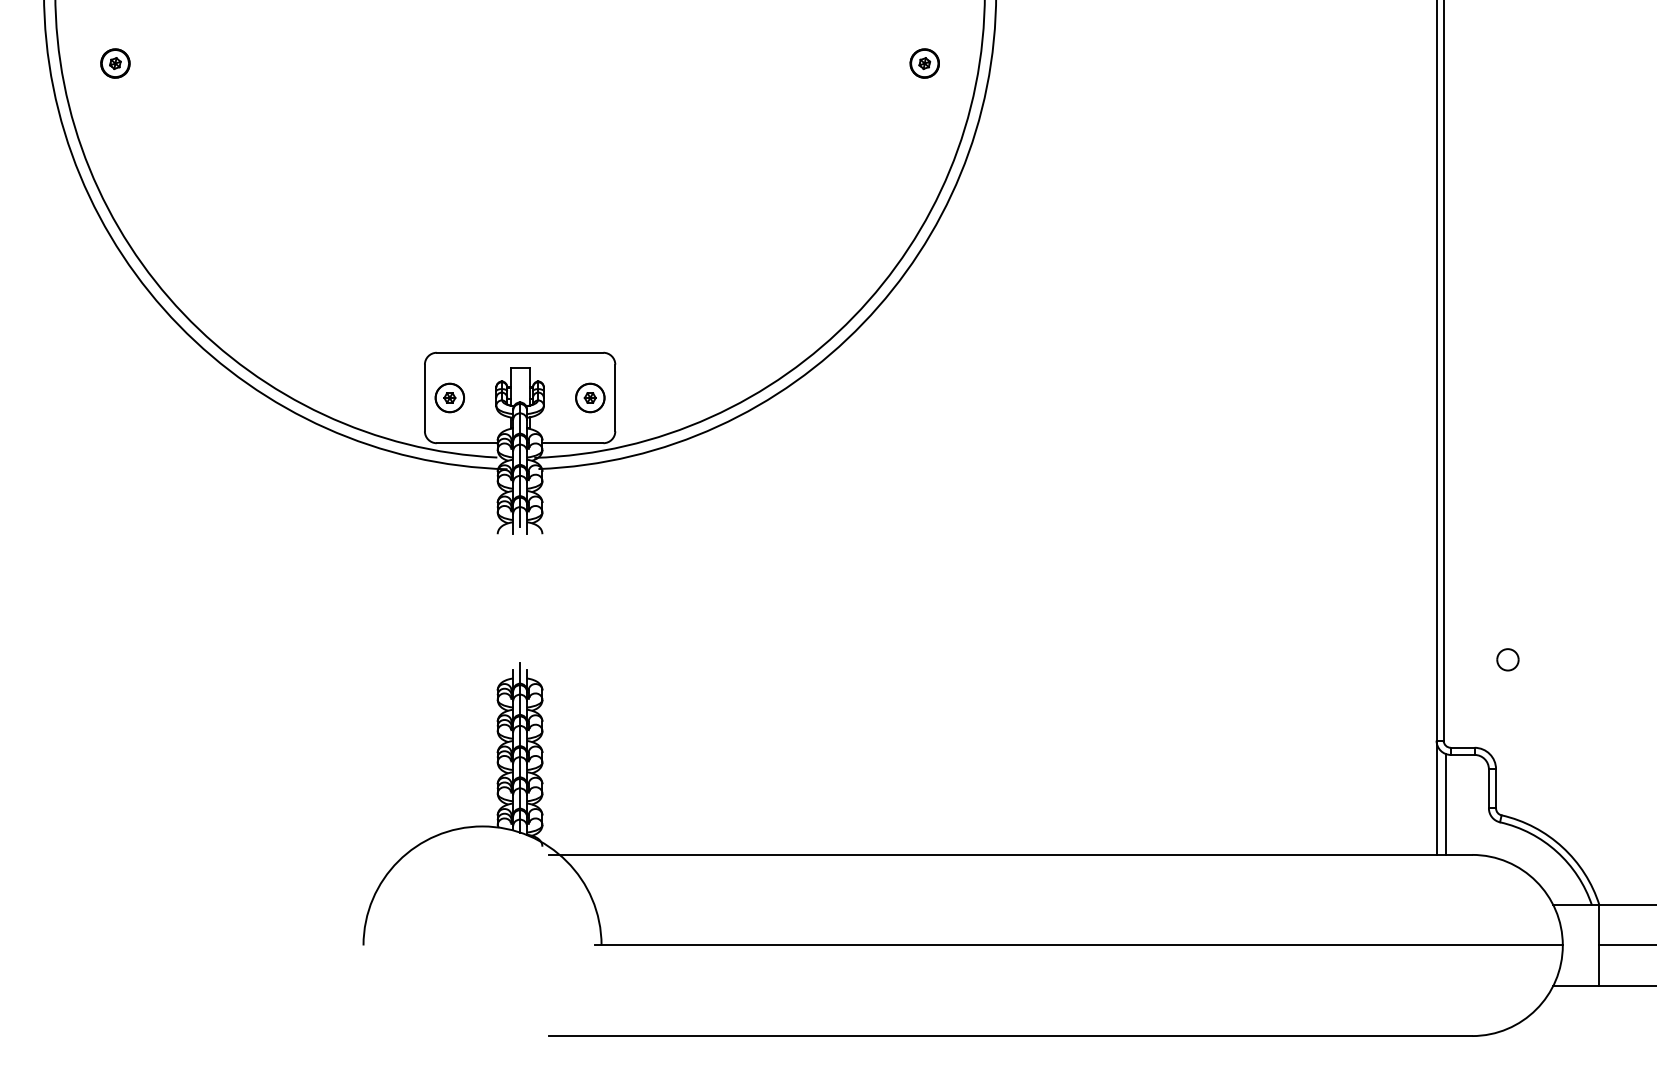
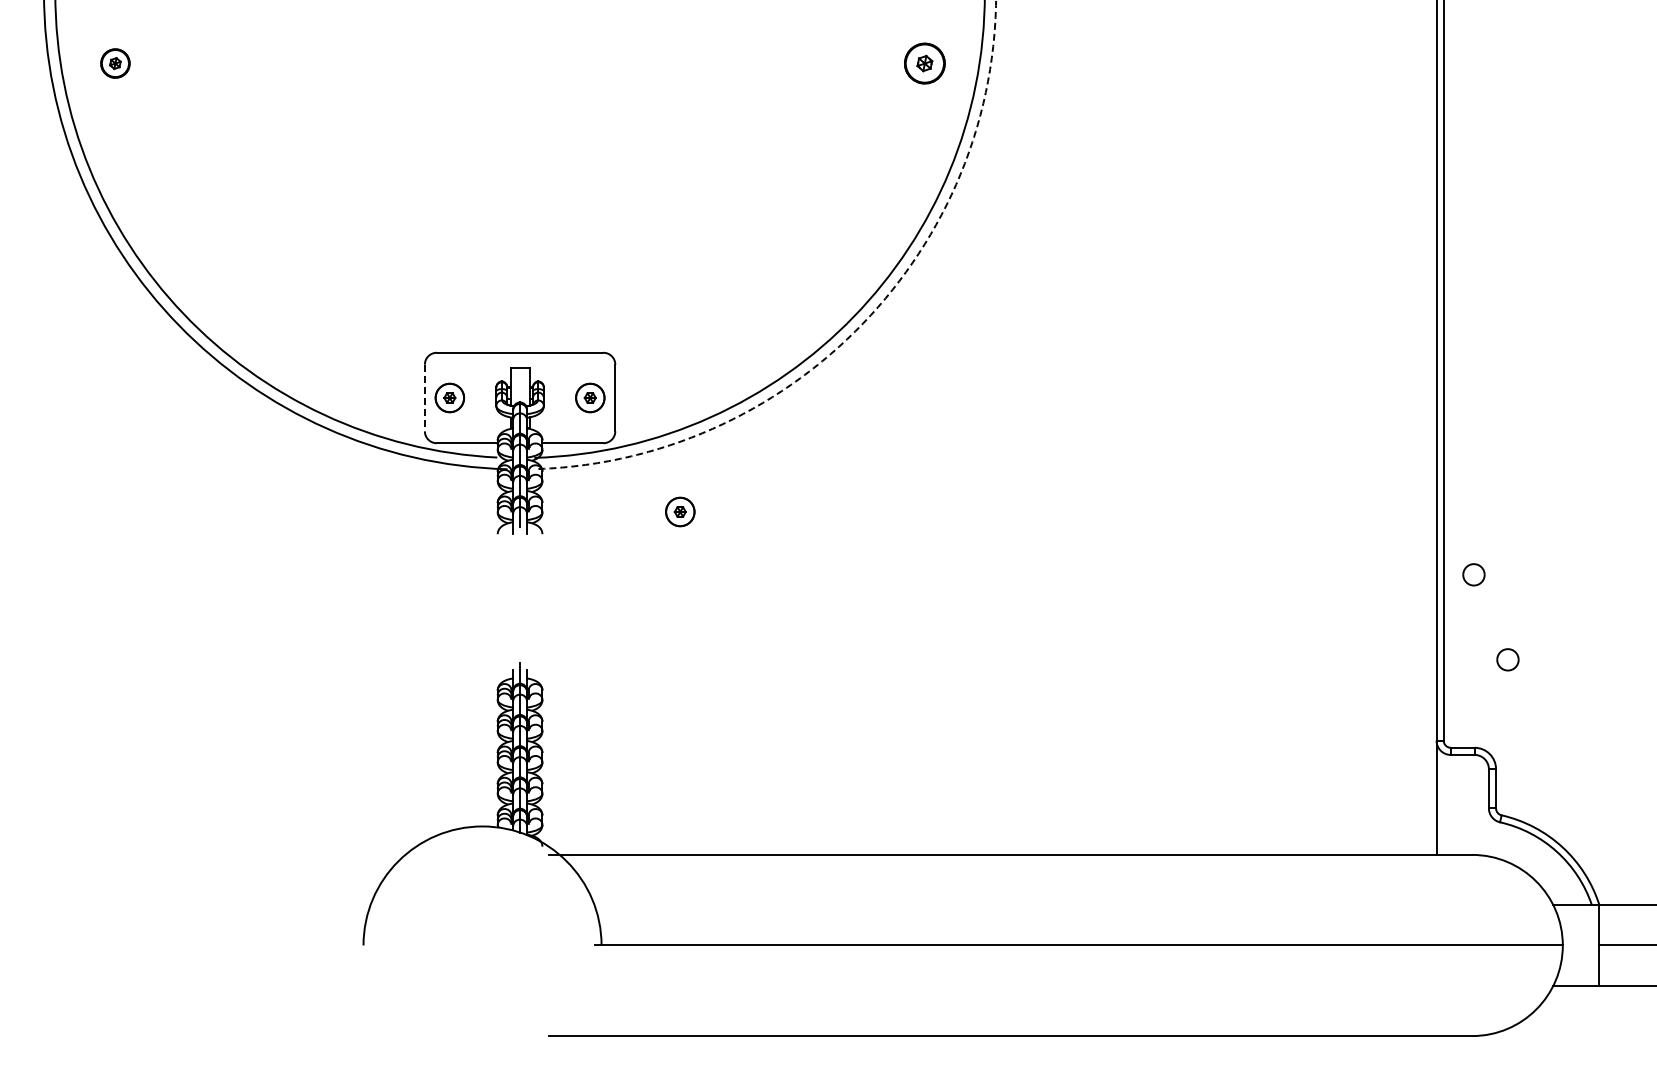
part at (924, 63) size: 31x31 px -> 42x43 px
arc at (861, 325): solid -> dashed
line at (424, 398): solid -> dashed
part at (680, 511): none -> present
part at (1473, 574): none -> present
line at (1446, 804): present -> none
